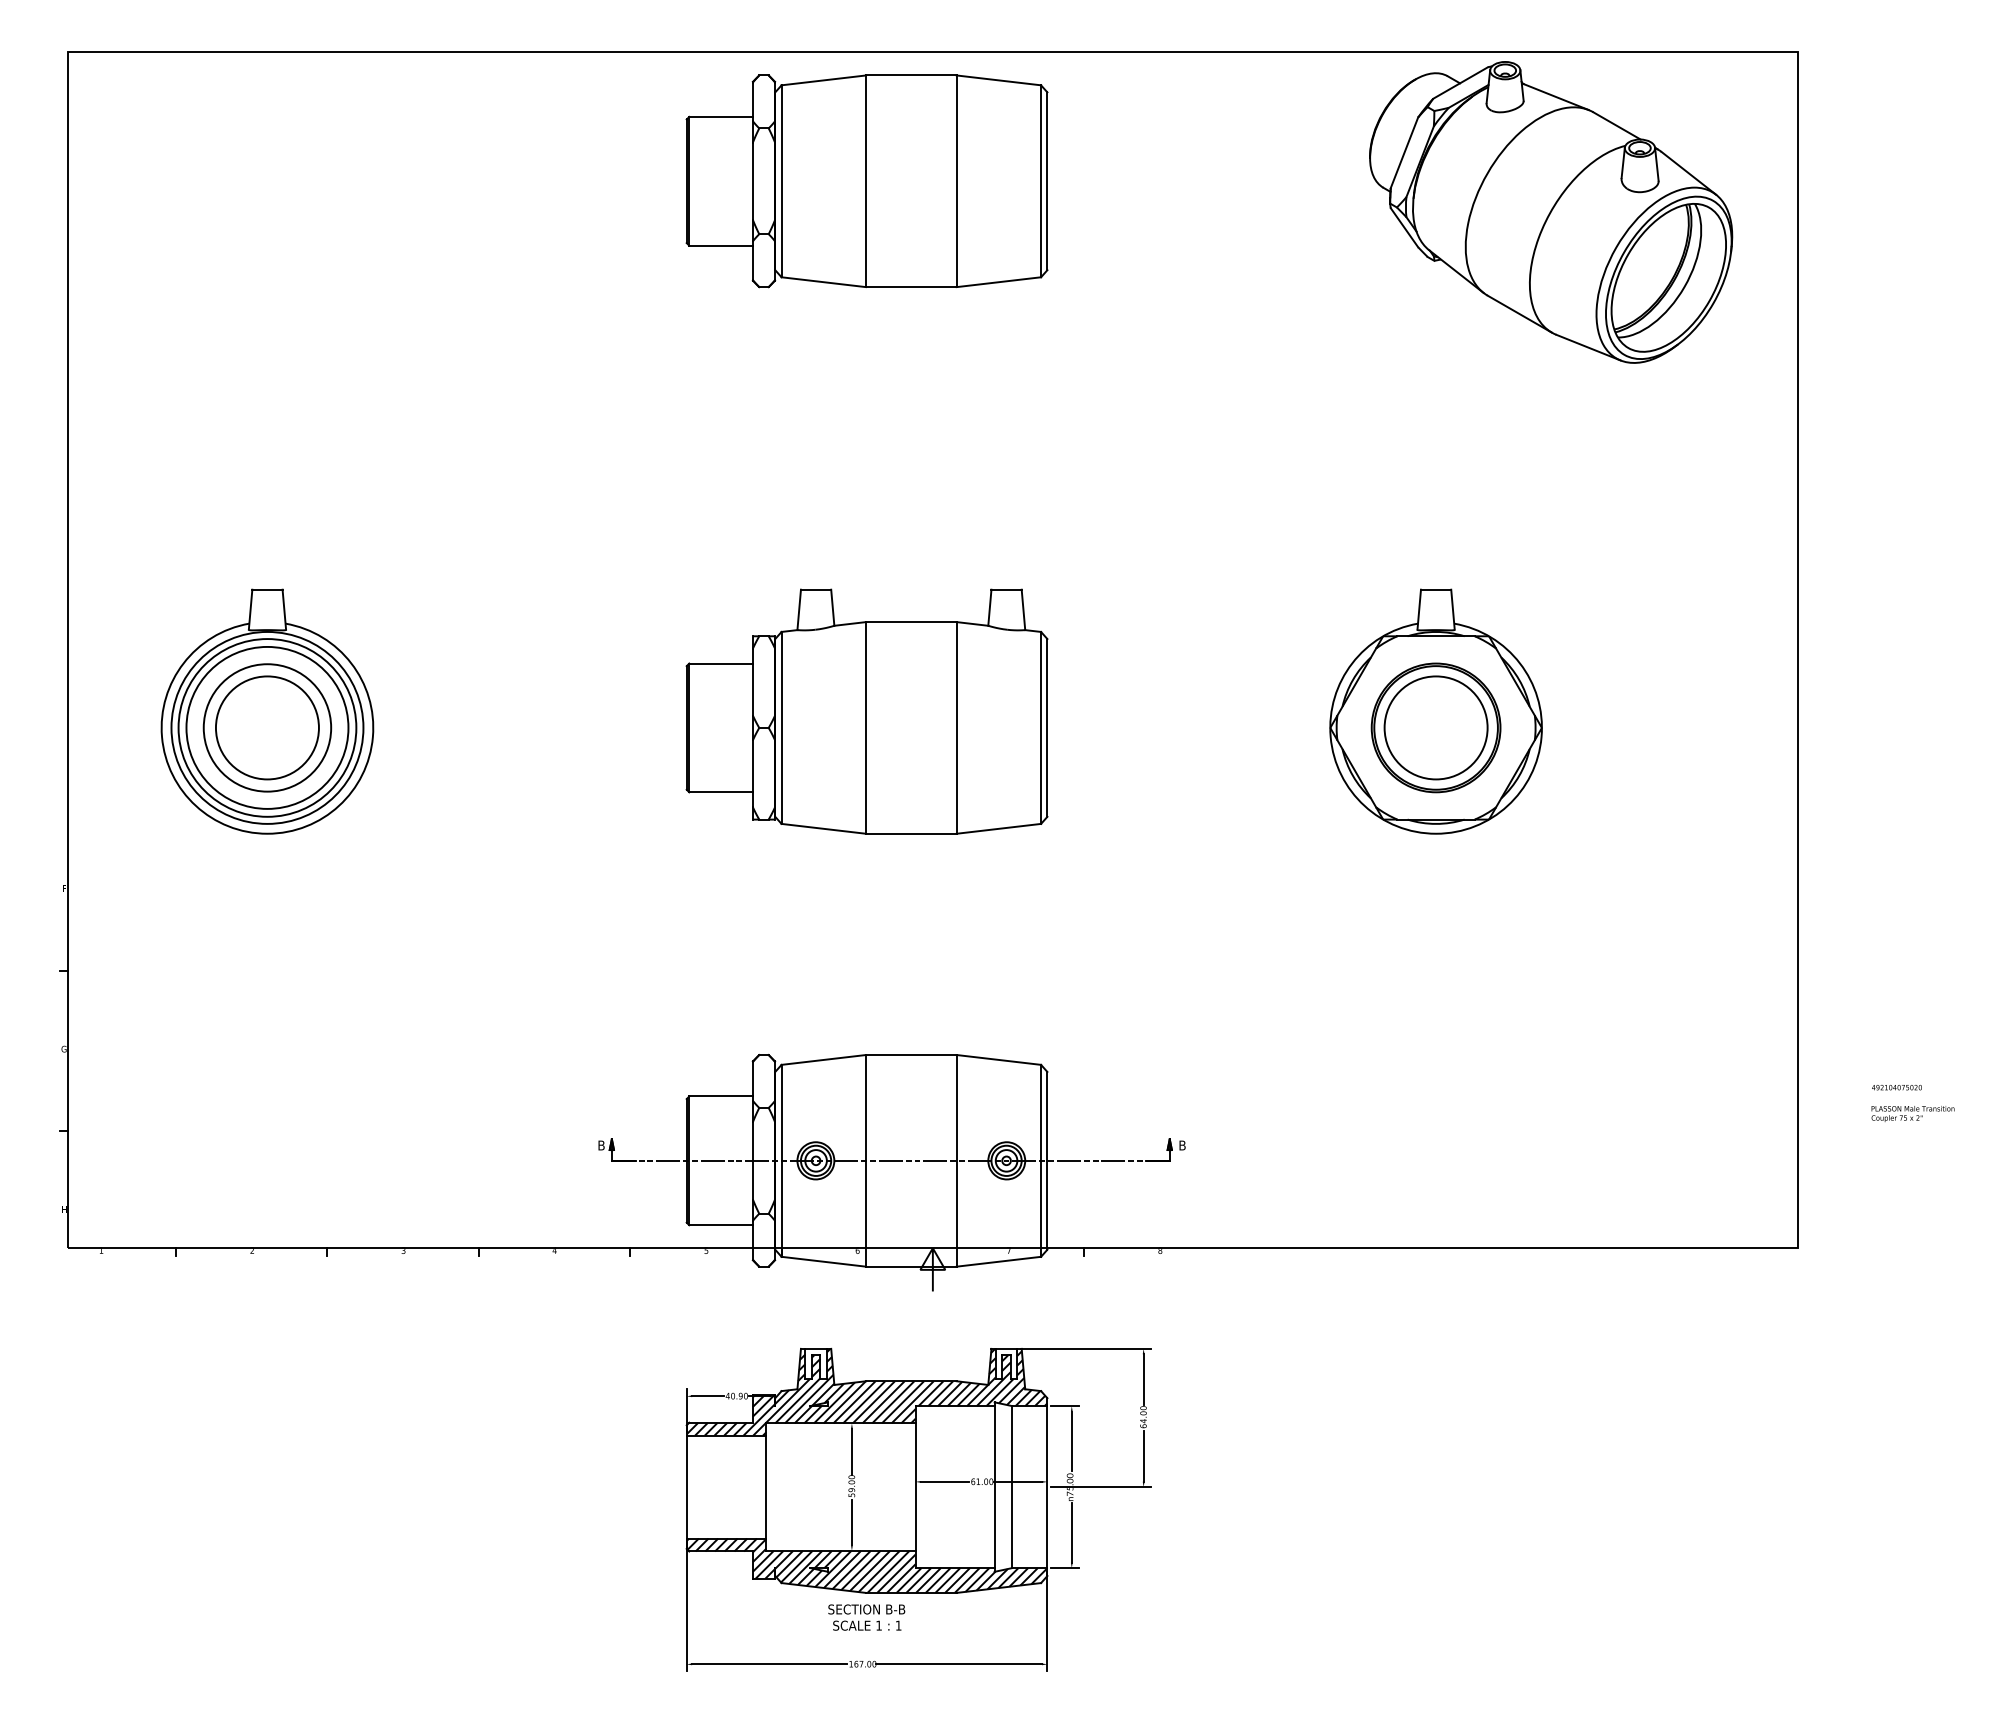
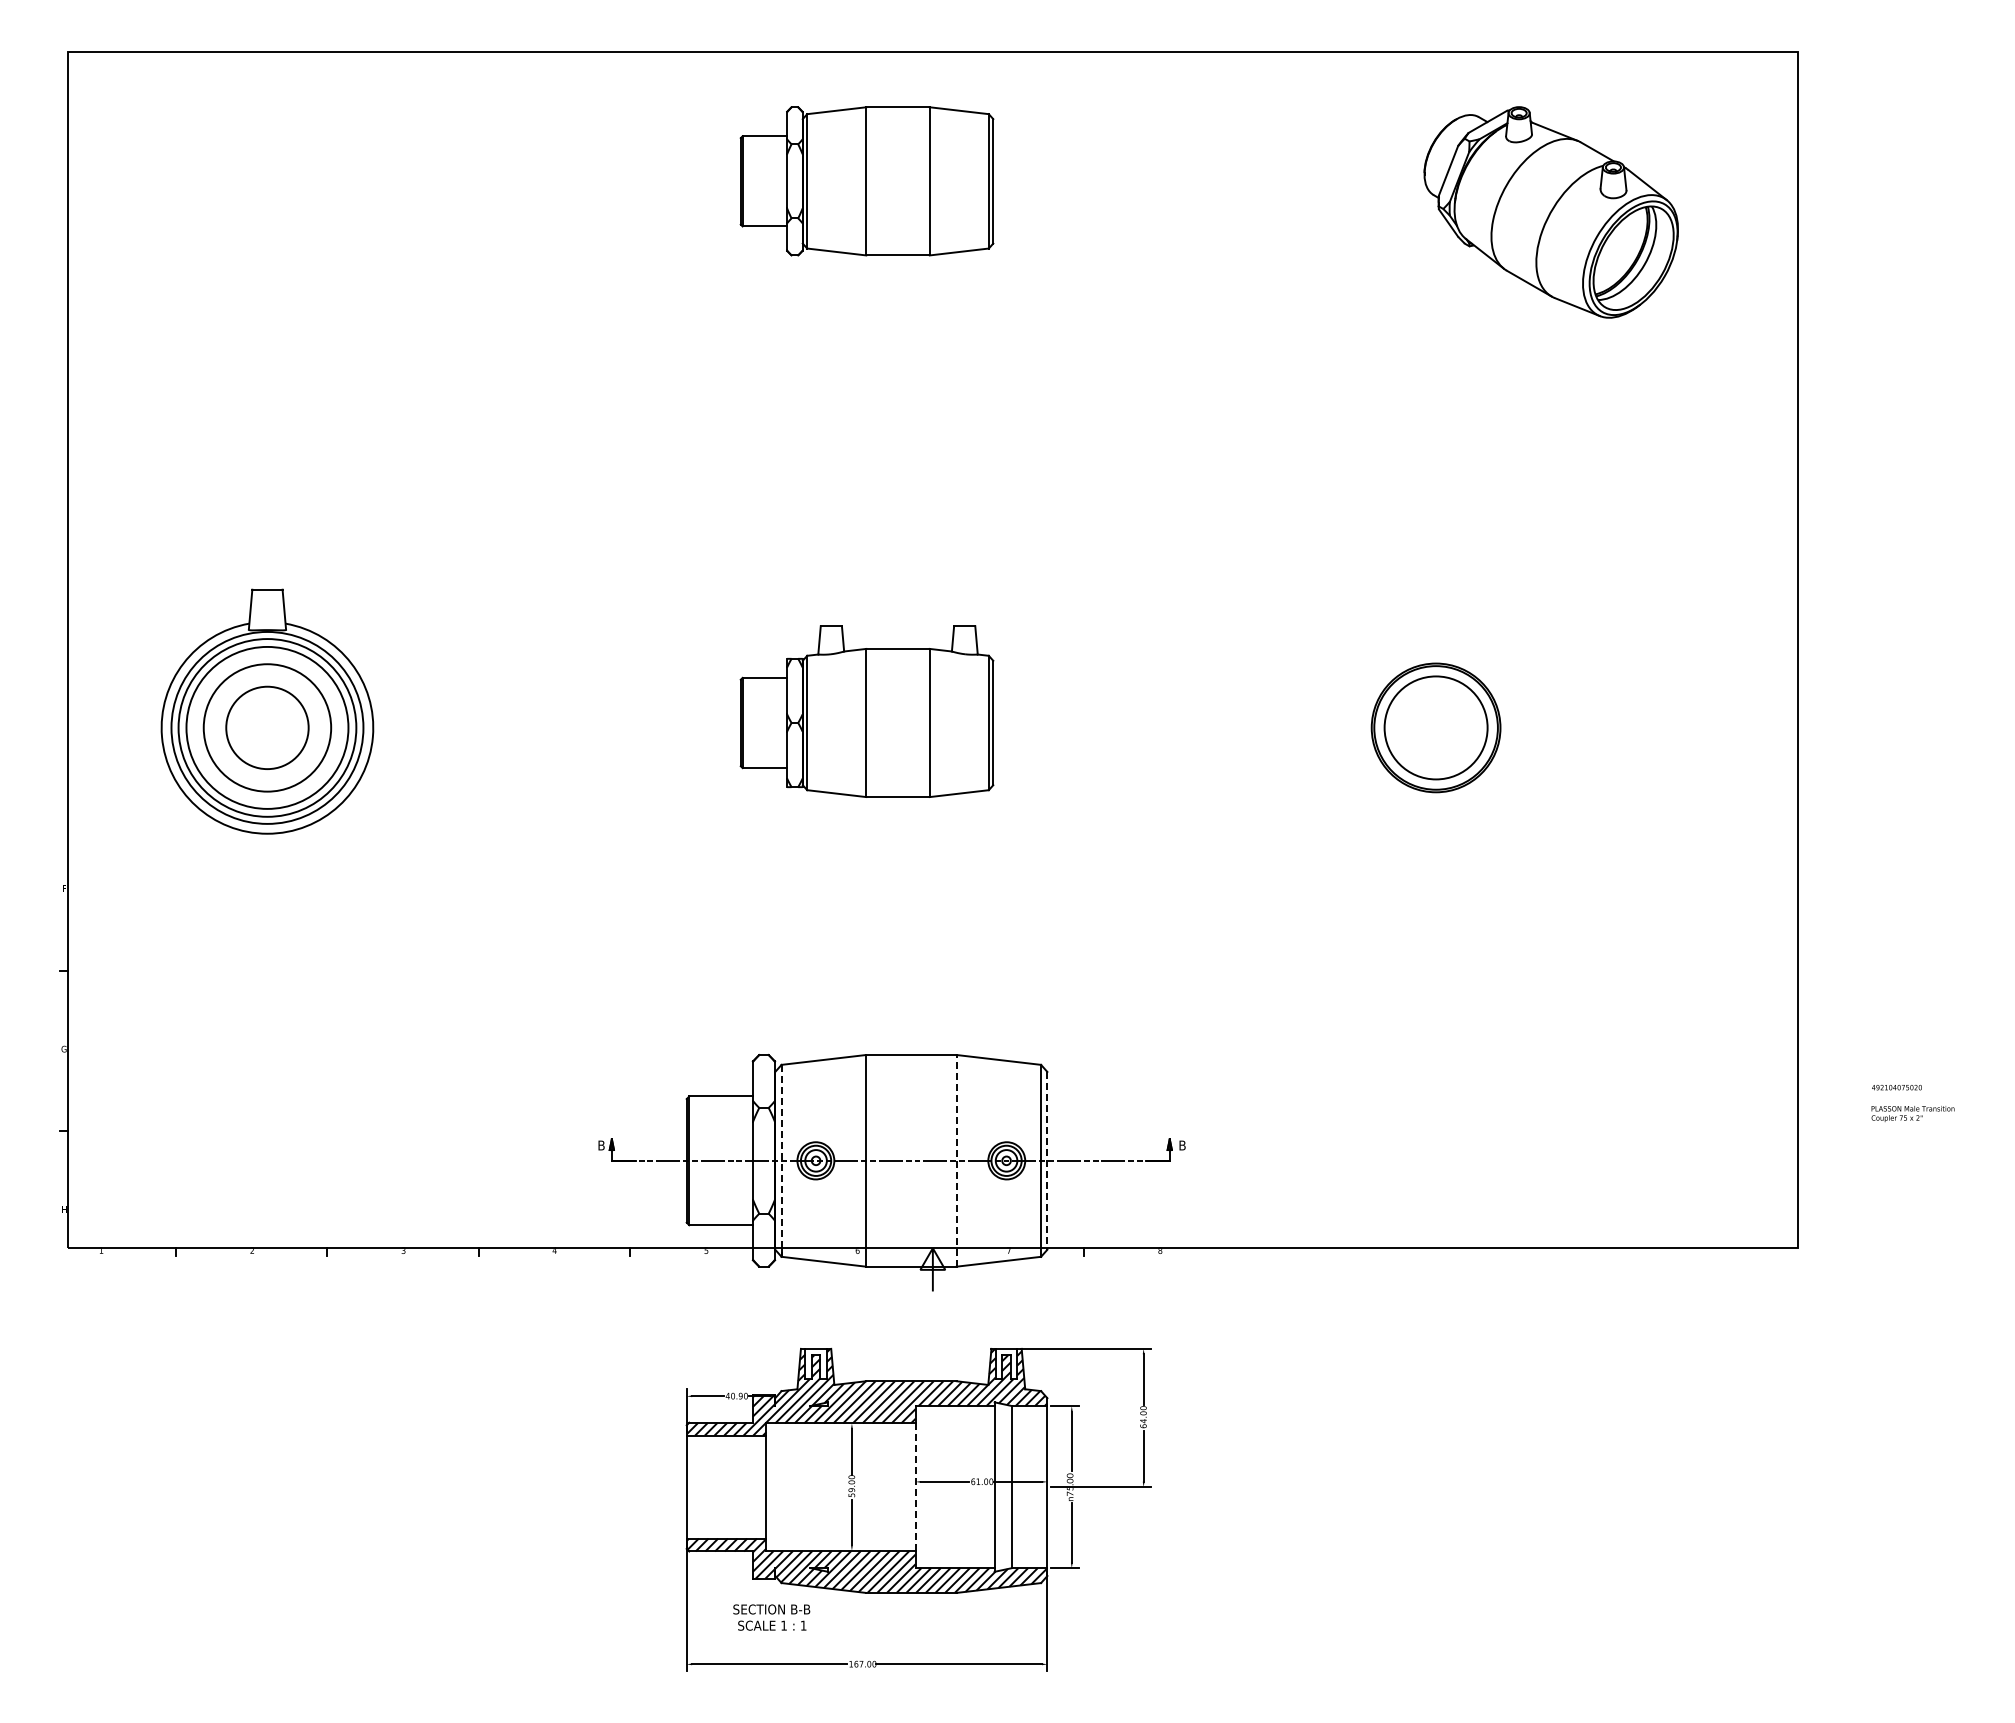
part at (866, 181) size: 364x215 px -> 256x151 px
part at (1551, 212) size: 365x303 px -> 256x213 px
part at (866, 711) size: 364x247 px -> 256x173 px
part at (1435, 711): present -> none
circle at (266, 727) diameter: 103 px -> 82 px
line at (781, 1160): solid -> dashed
line at (956, 1160): solid -> dashed
line at (1047, 1160): solid -> dashed
line at (915, 1487): solid -> dashed
text at (866, 1617) position: (866, 1617) -> (771, 1617)
